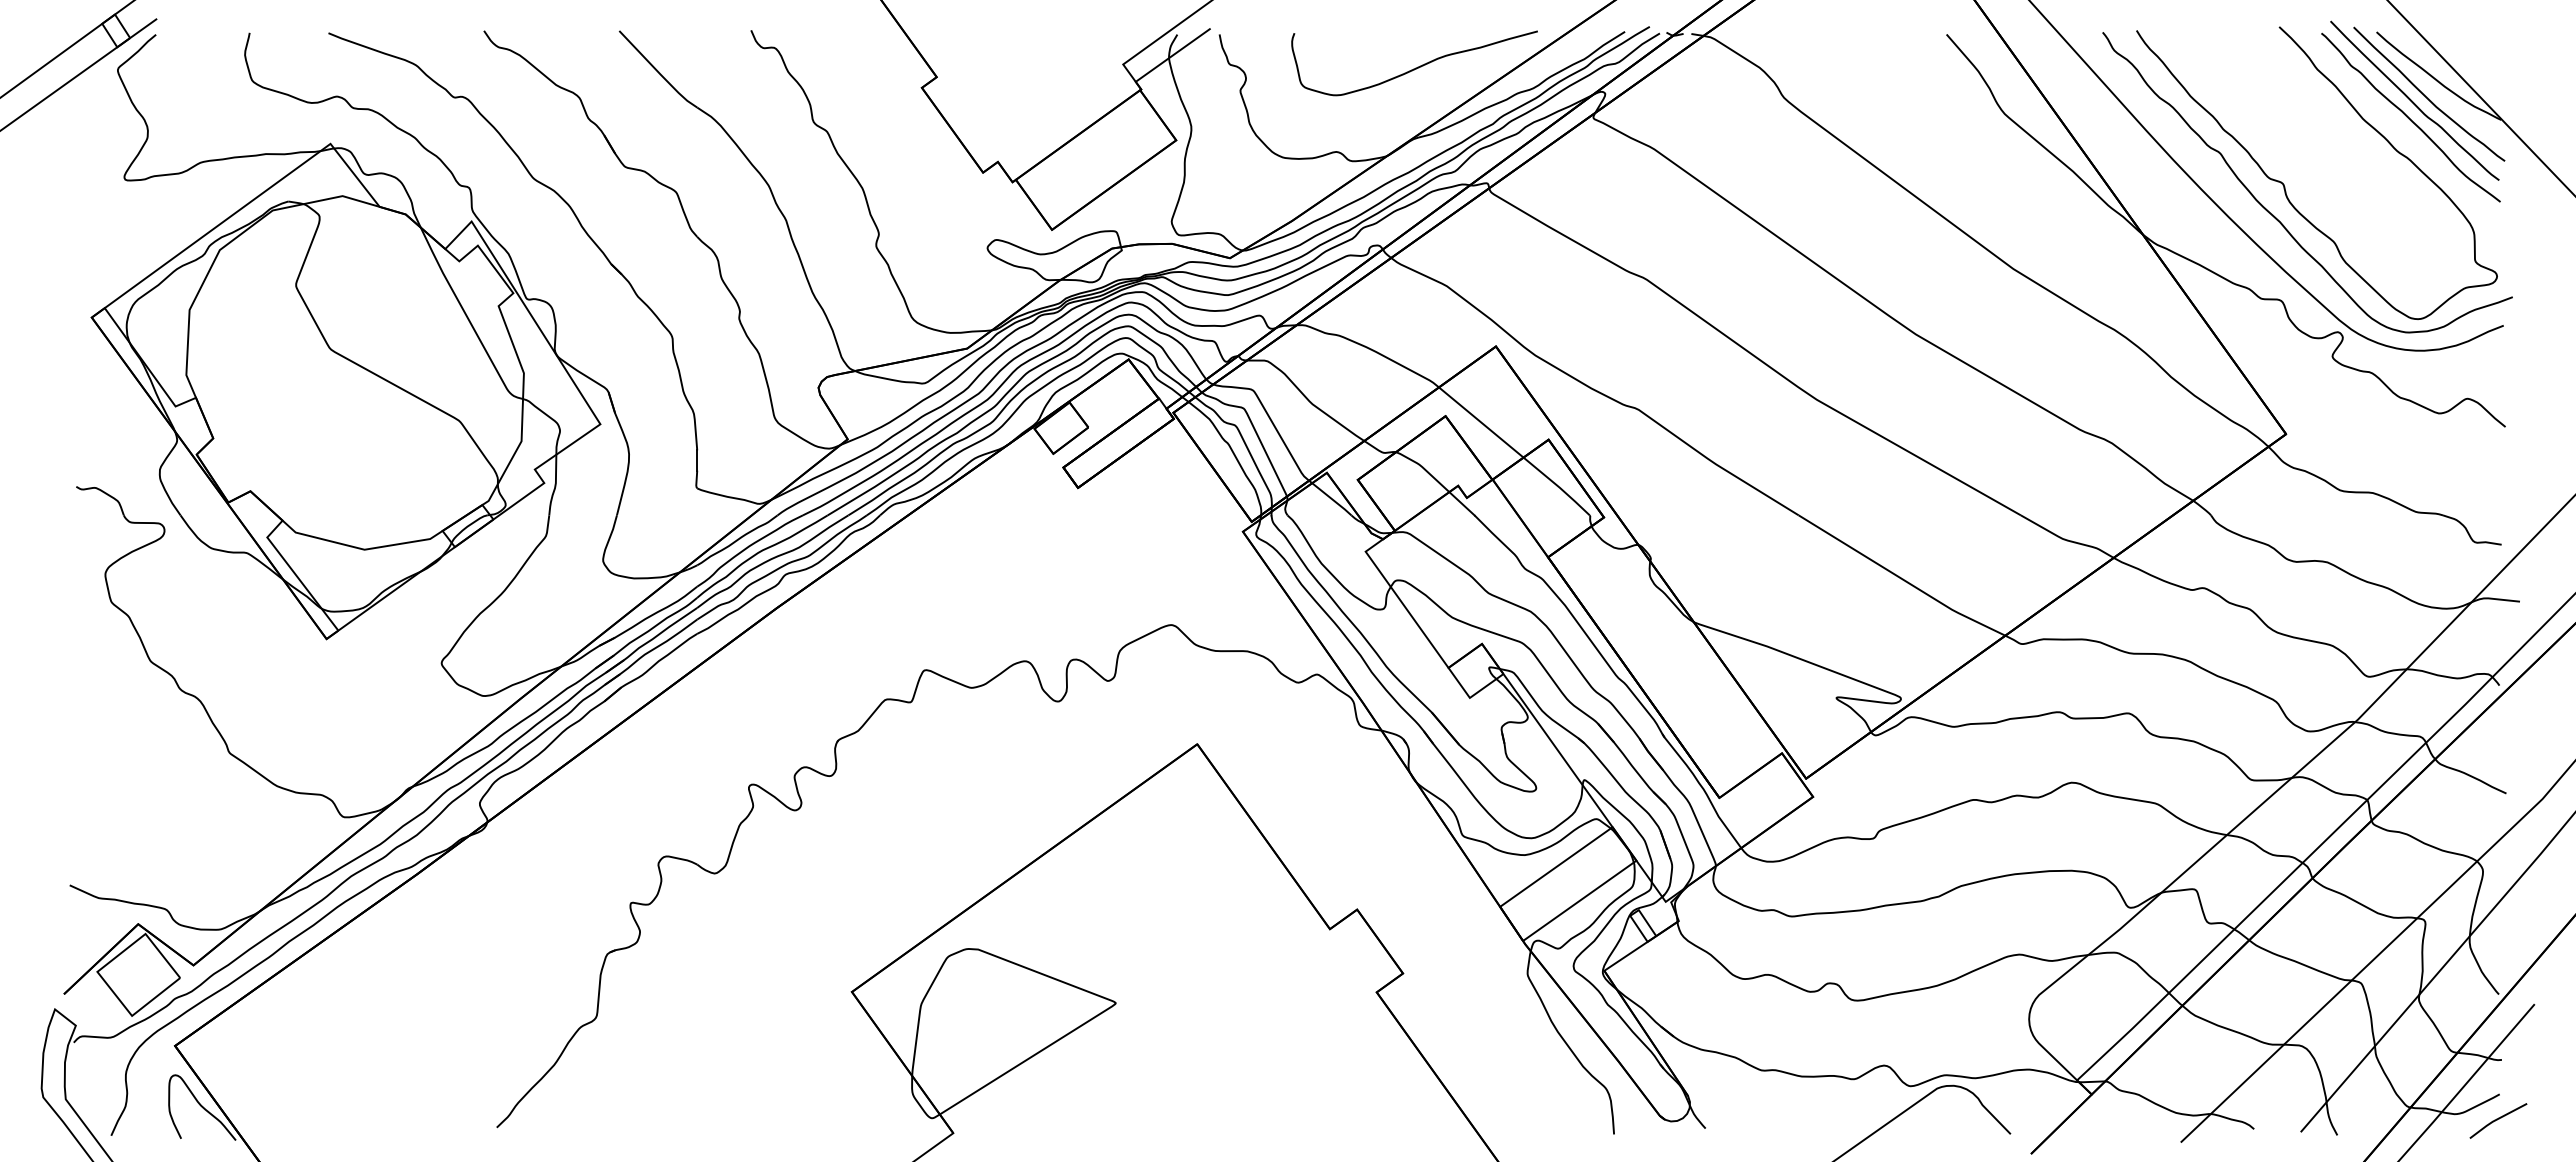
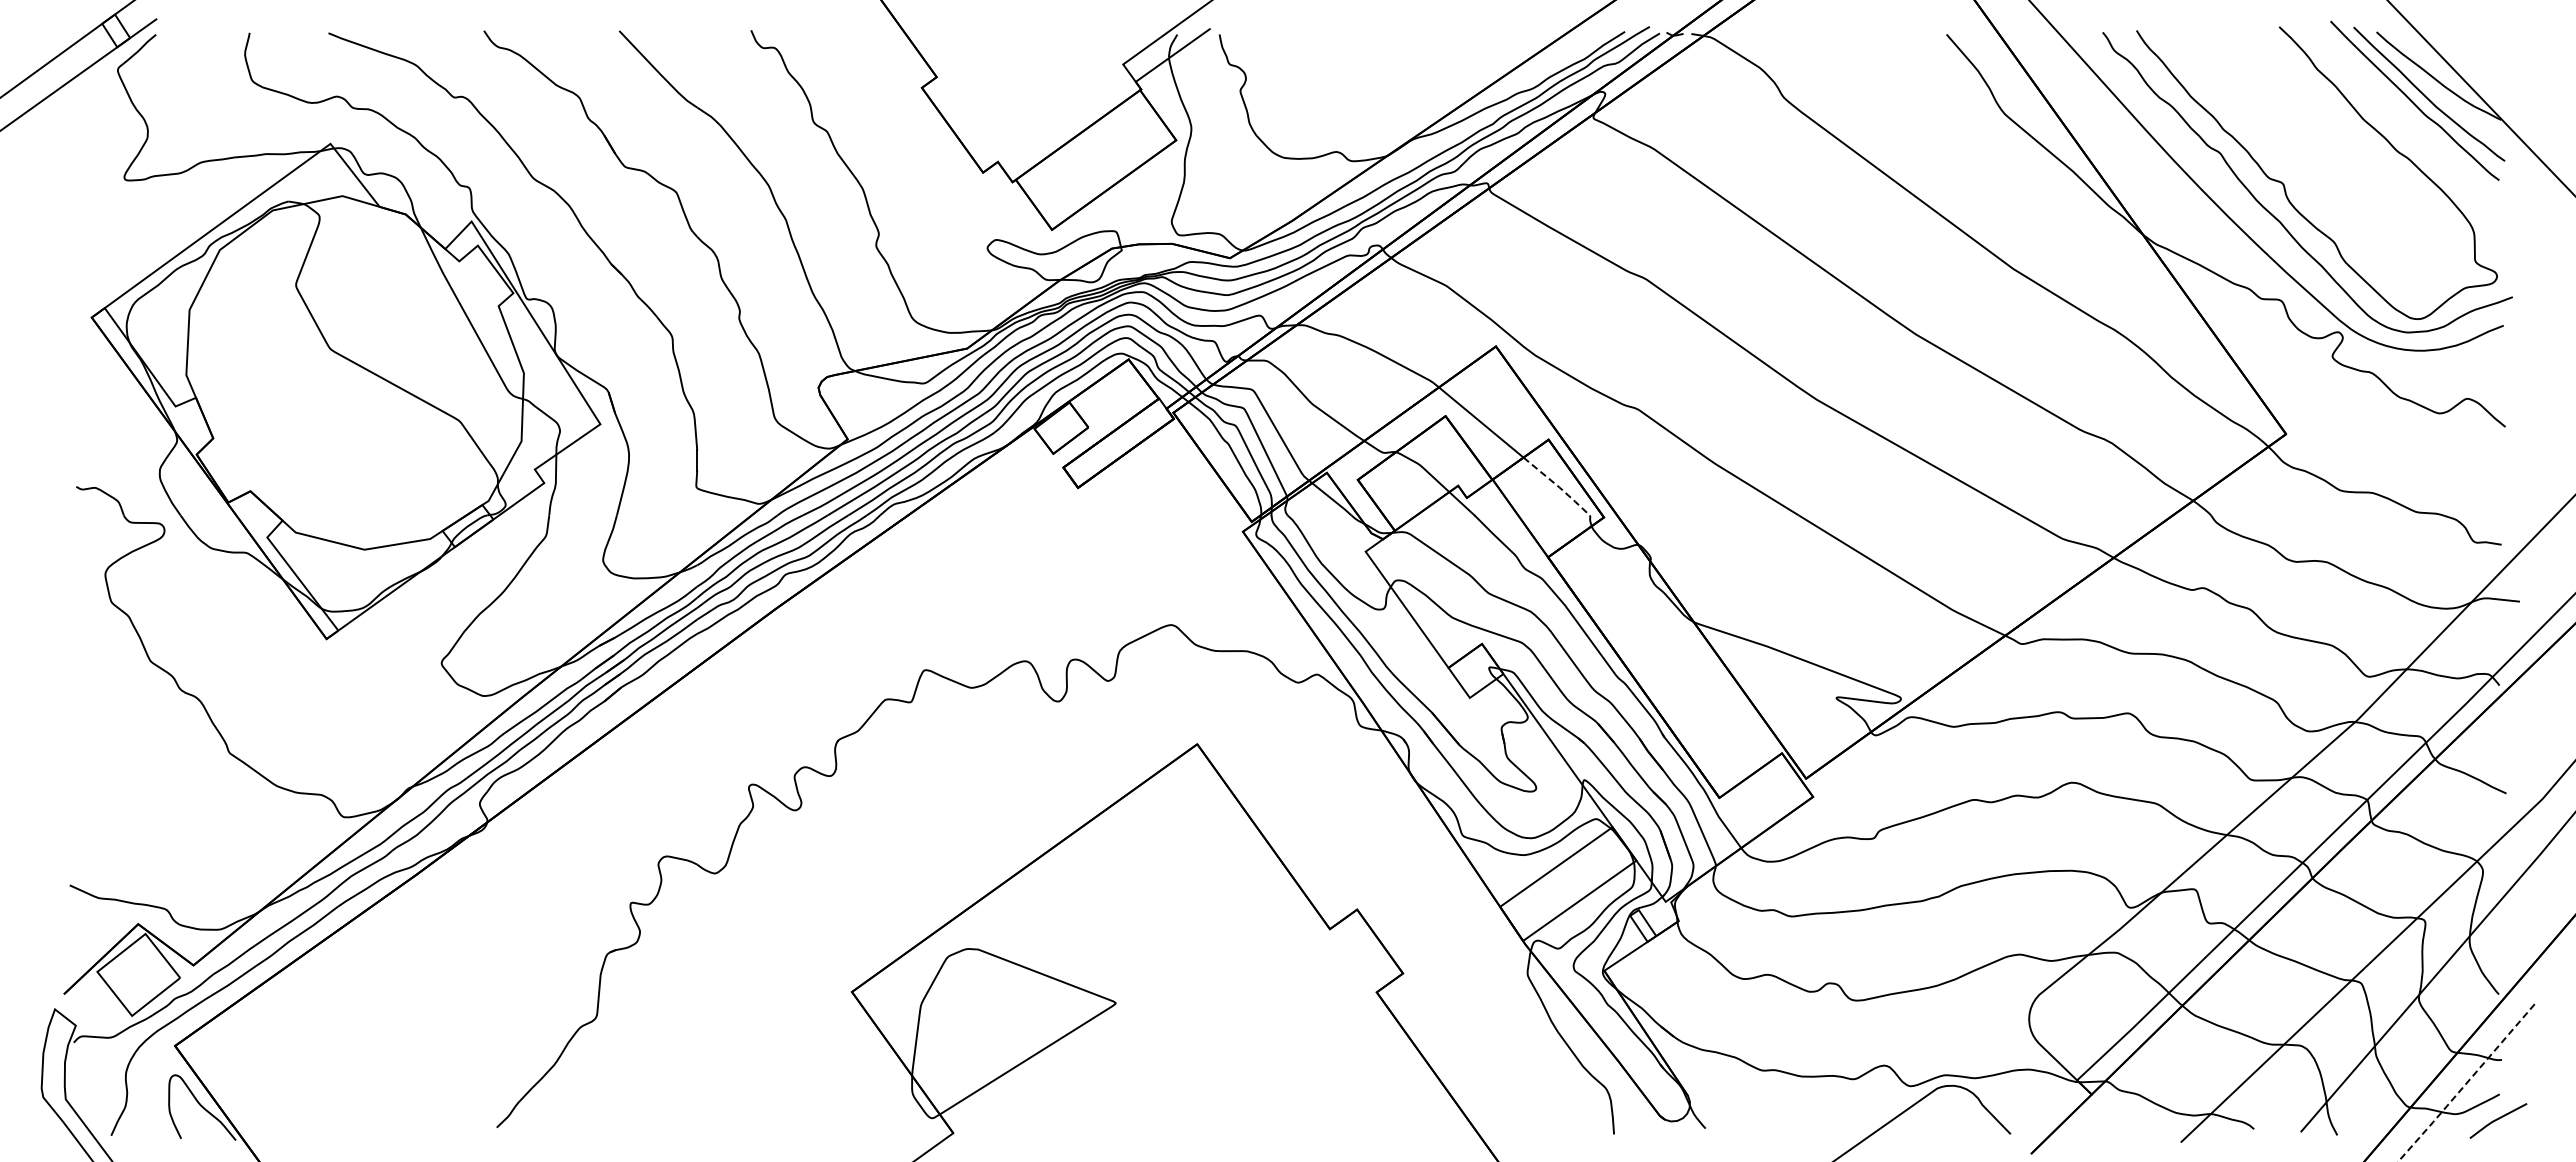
curve at (1415, 67): present -> none
curve at (2409, 117): present -> none
line at (1558, 487): solid -> dashed
line at (2466, 1083): solid -> dashed
